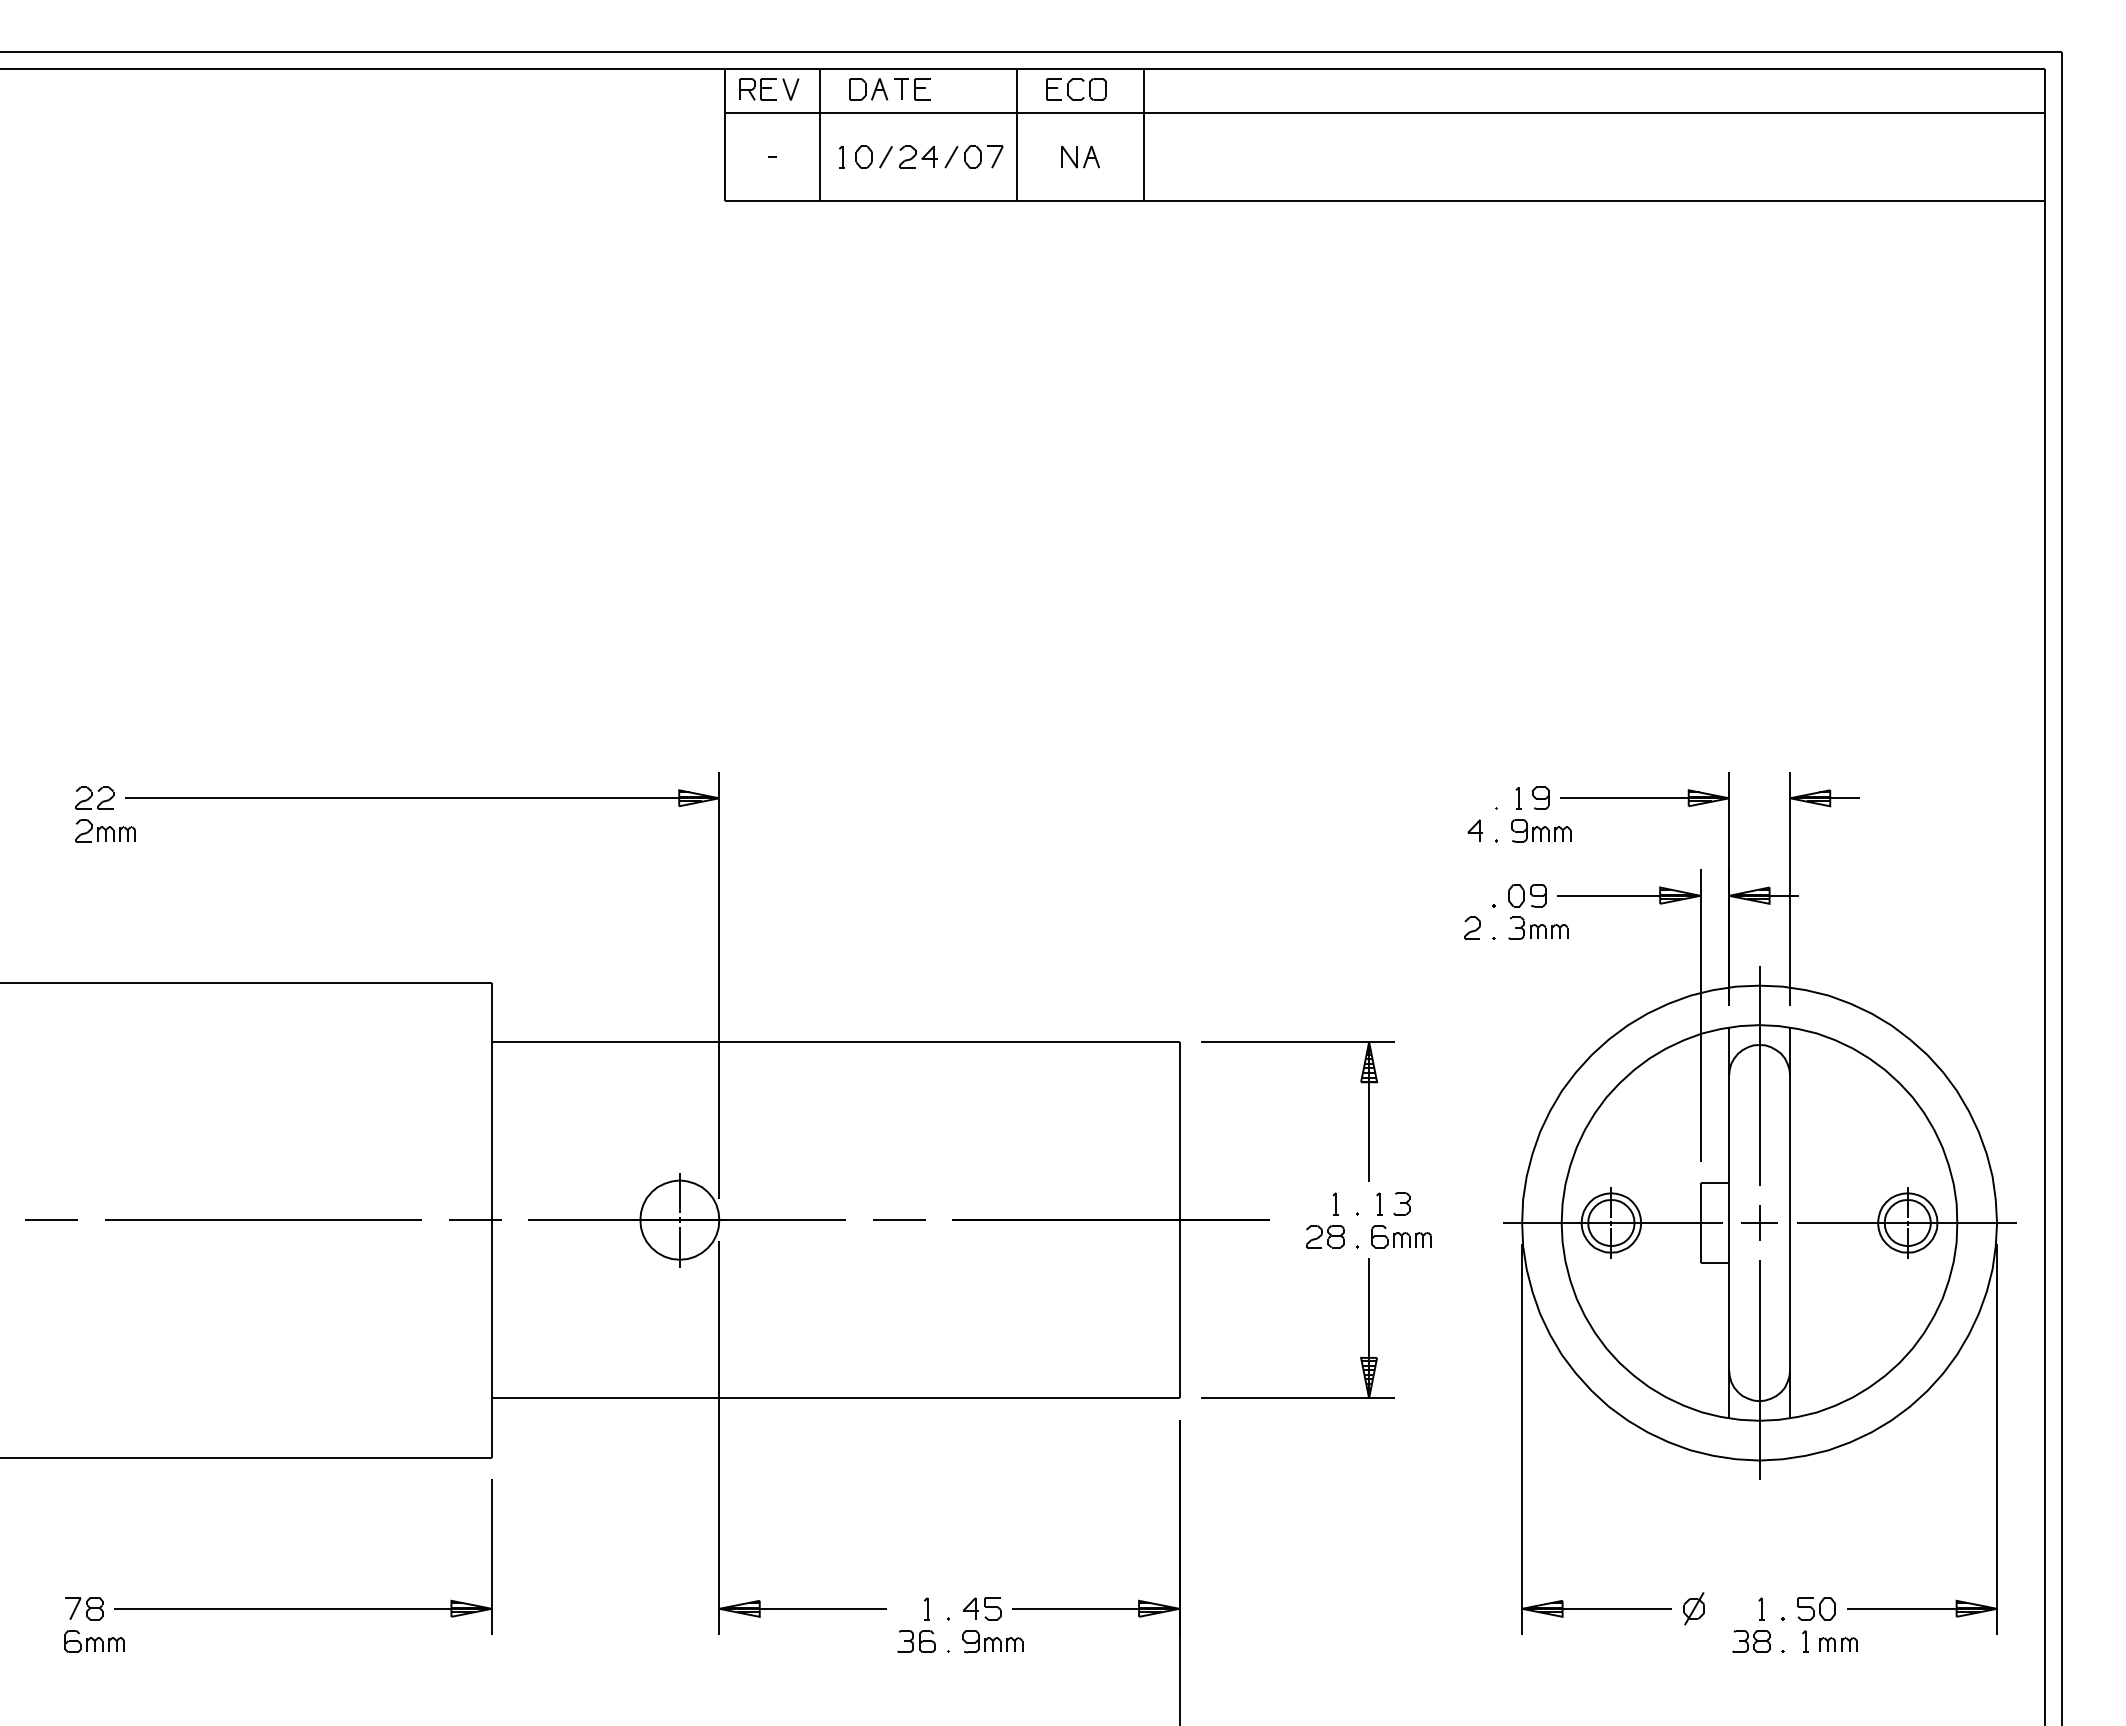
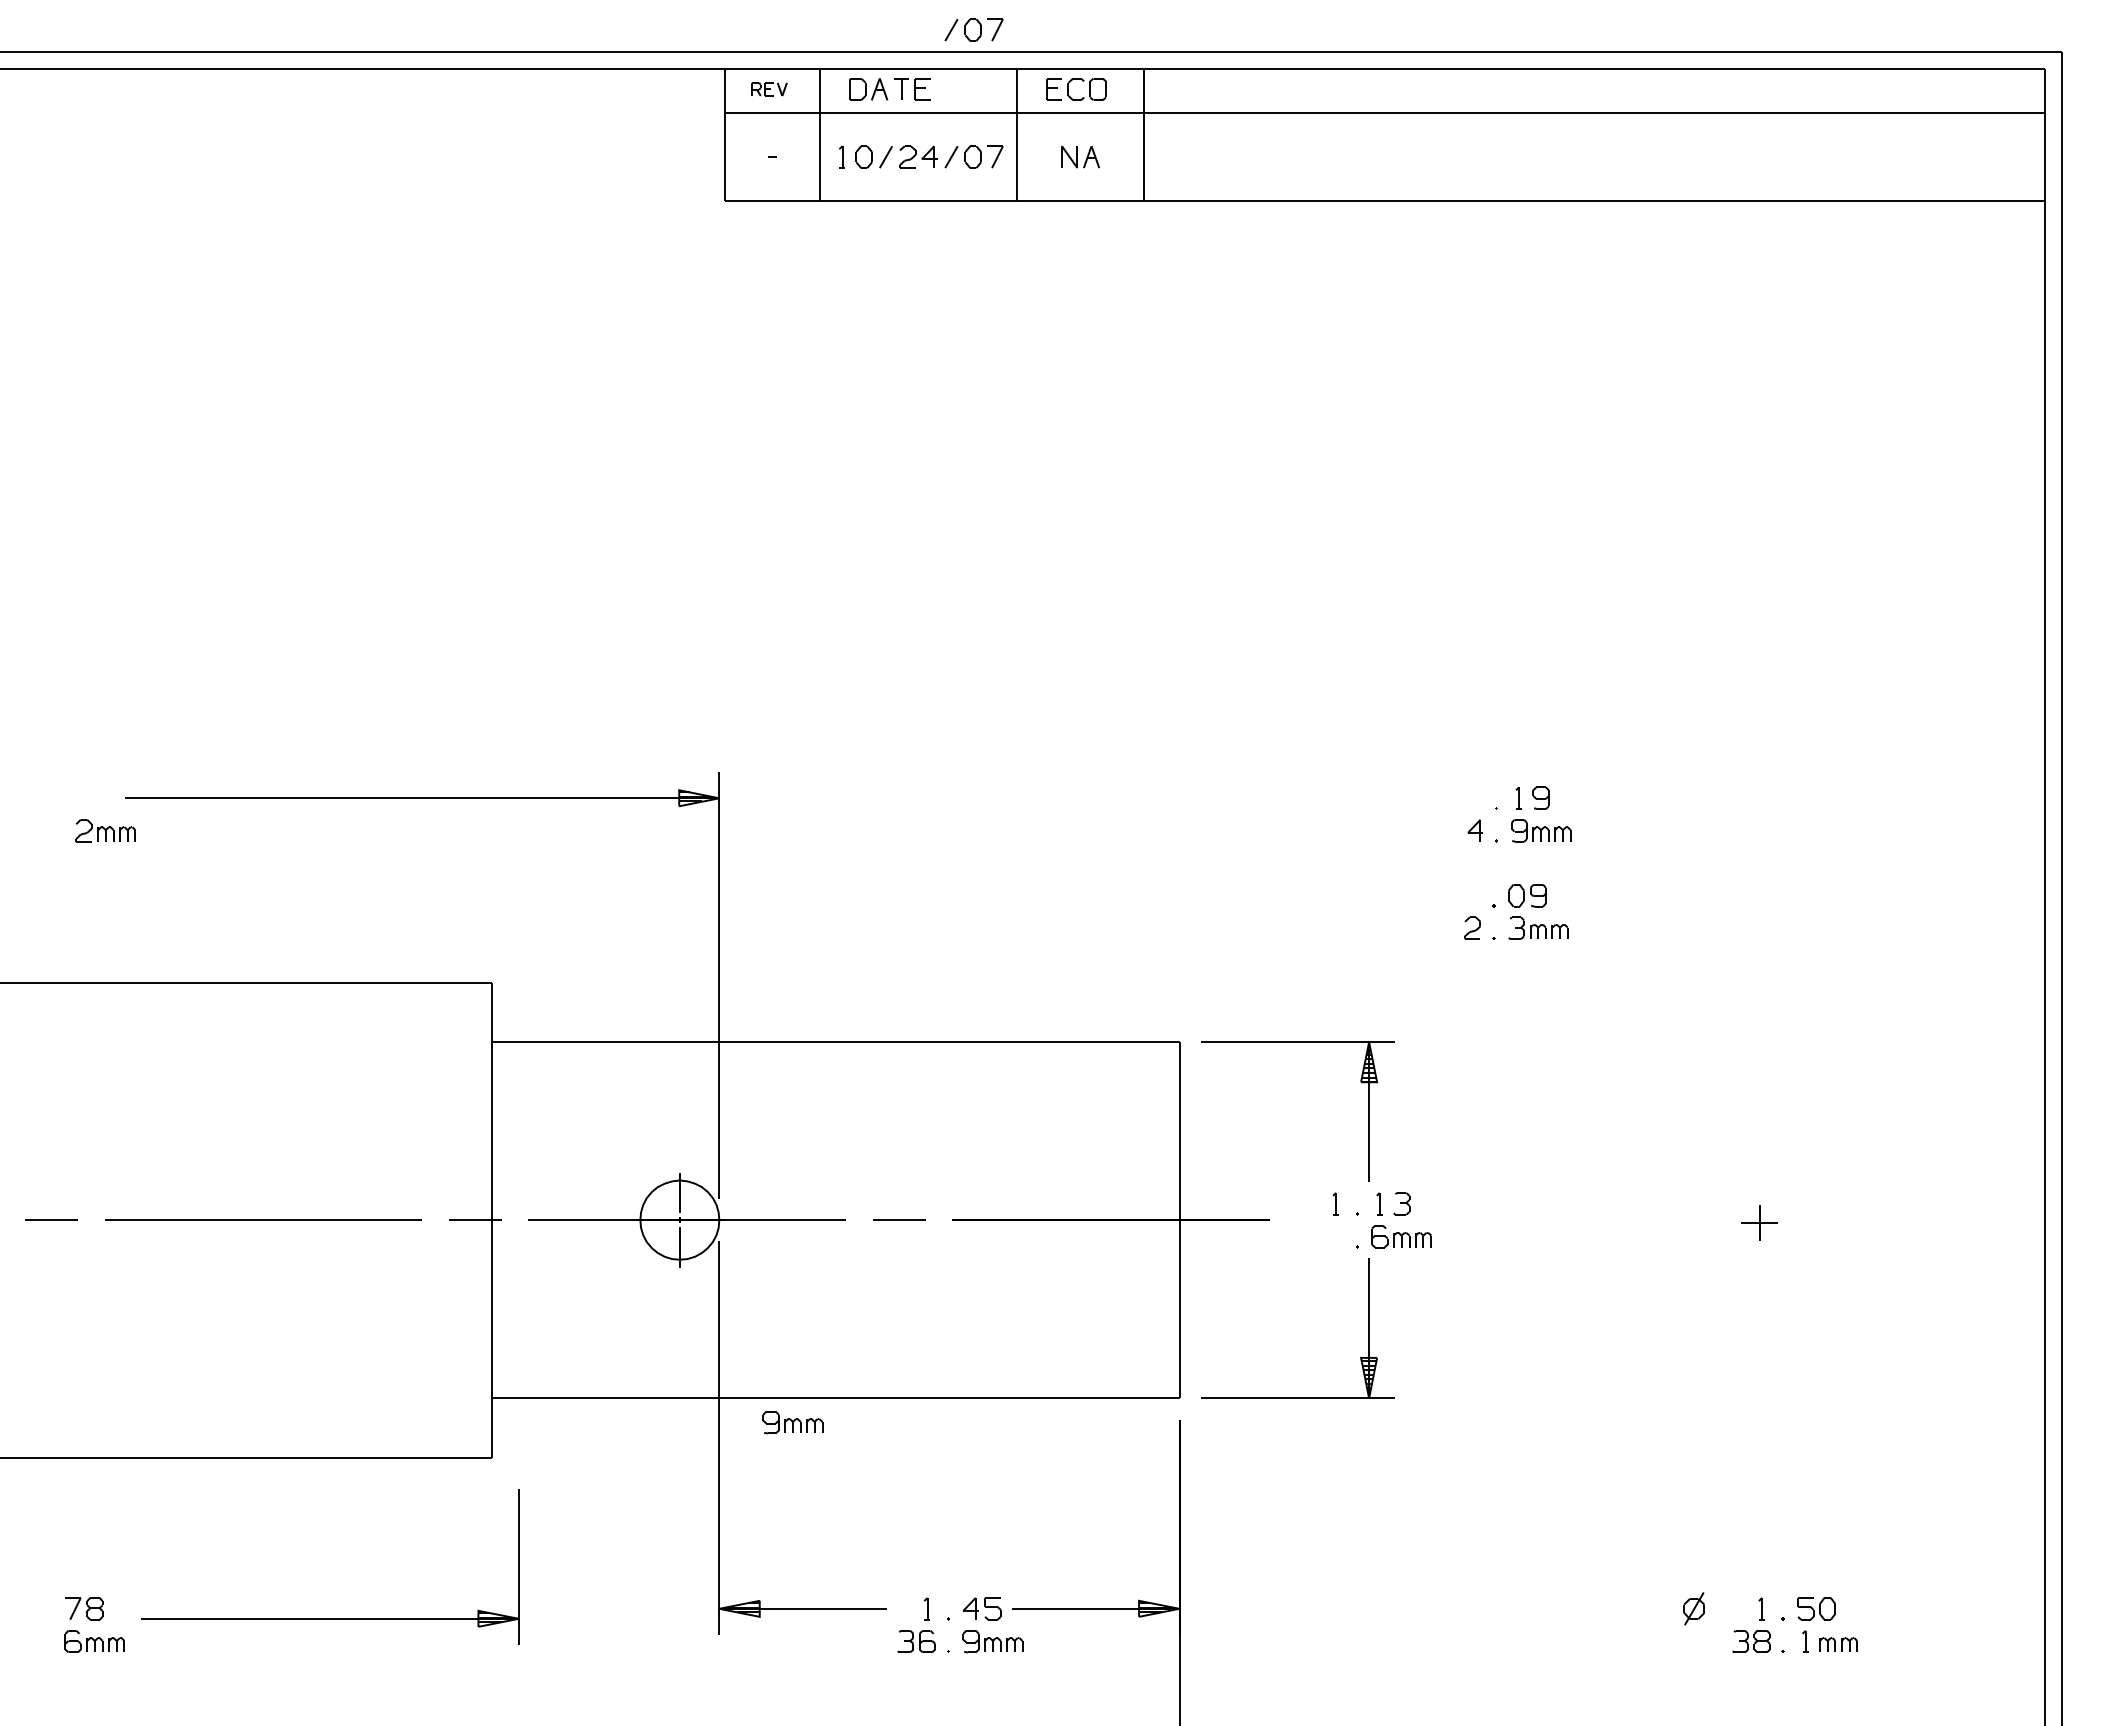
part at (973, 29): none -> present
part at (769, 89) size: 61x23 px -> 37x15 px
part at (94, 797): present -> none
part at (1759, 1203): present -> none
part at (1325, 1236): present -> none
part at (792, 1422): none -> present
part at (303, 1608) position: (303, 1608) -> (330, 1618)
